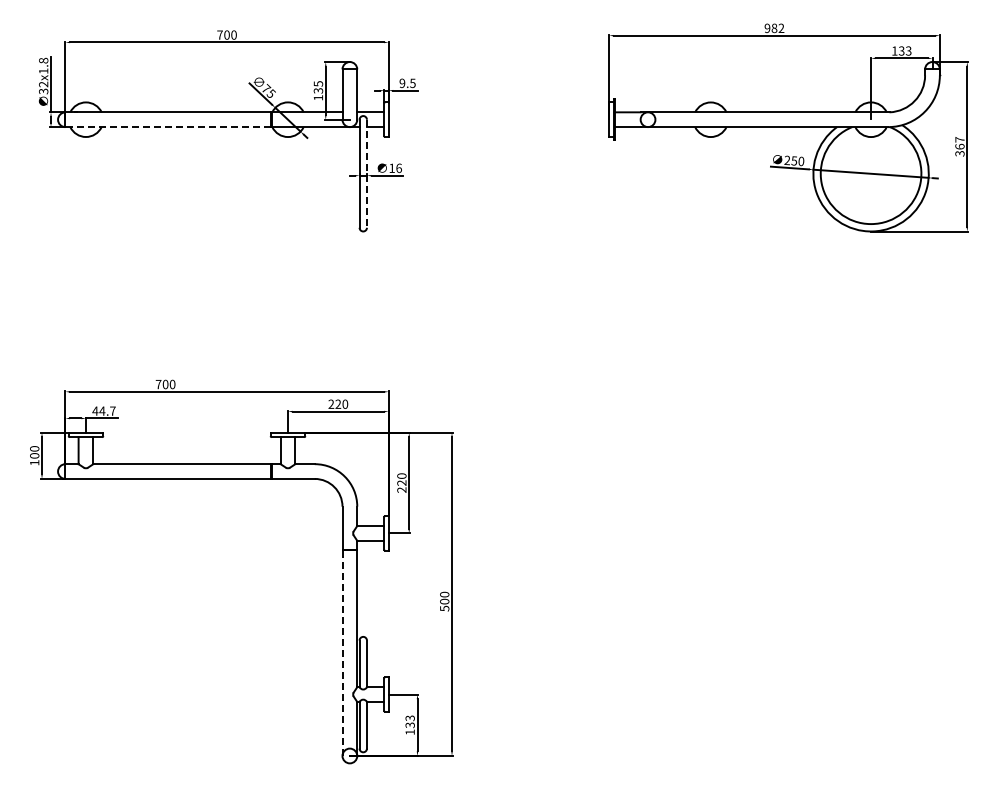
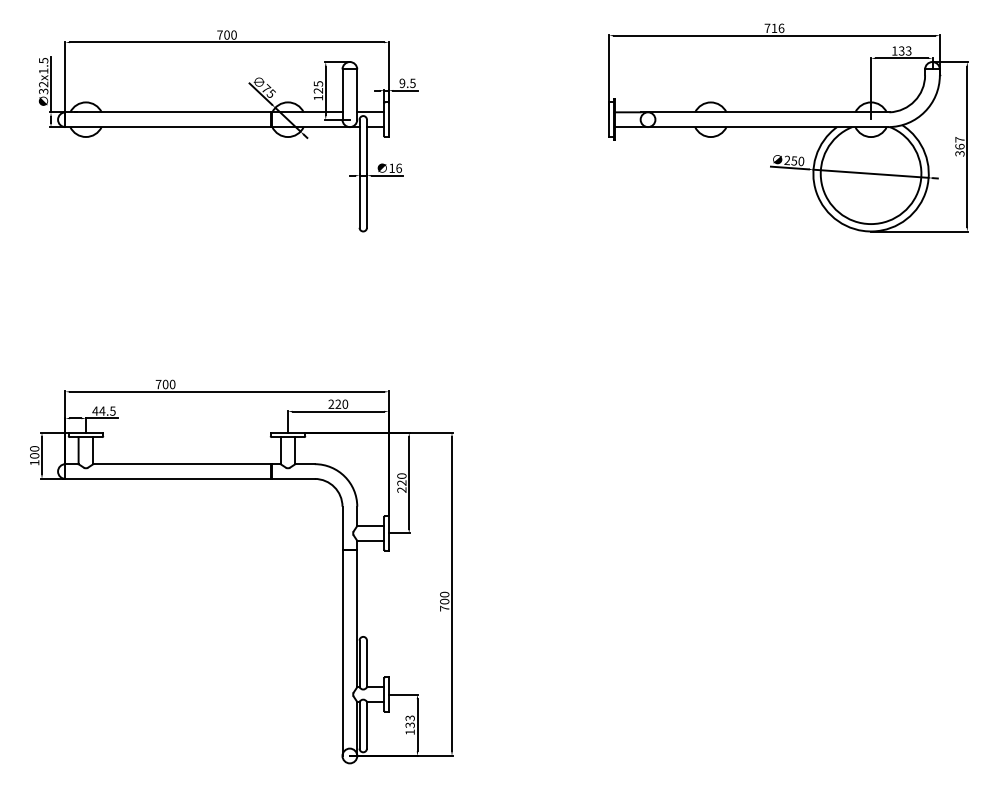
text at (774, 28): 982 -> 716
text at (43, 60): 32x1.8 -> 32x1.5
text at (319, 90): 135 -> 125
line at (168, 127): dashed -> solid
line at (366, 174): dashed -> solid
text at (112, 410): 44.7 -> 44.5
text at (444, 608): 500 -> 700
line at (342, 653): dashed -> solid
